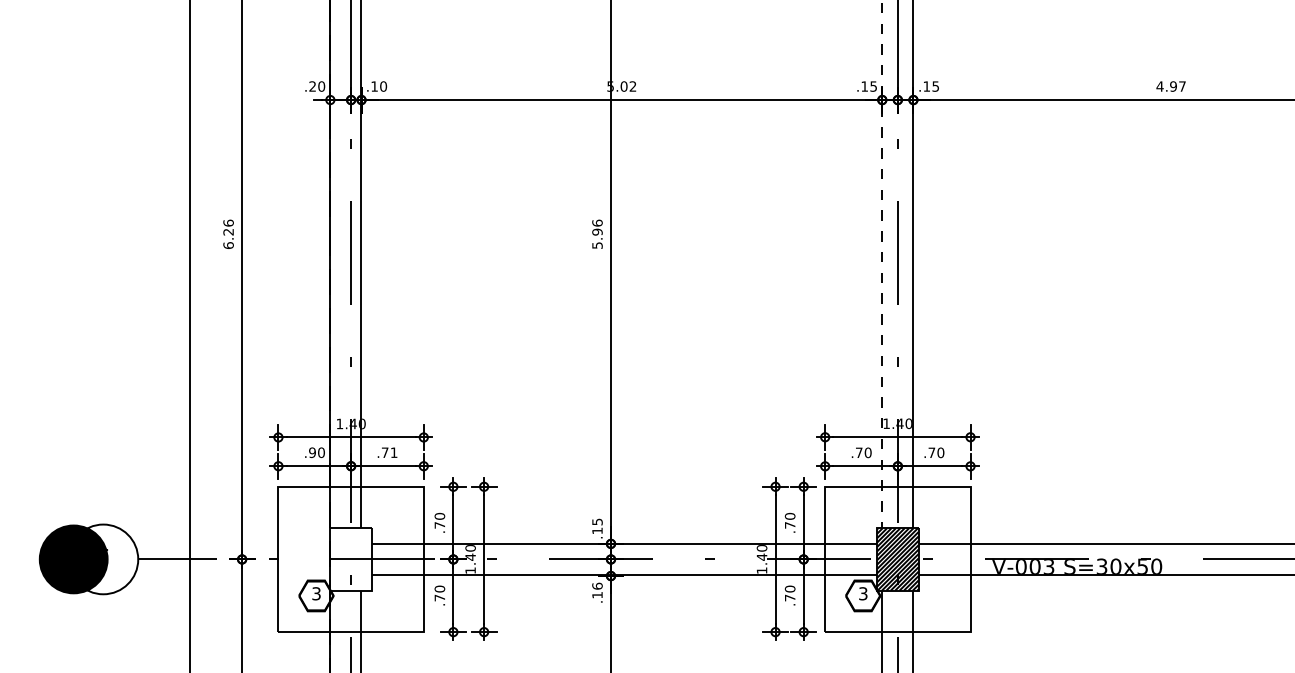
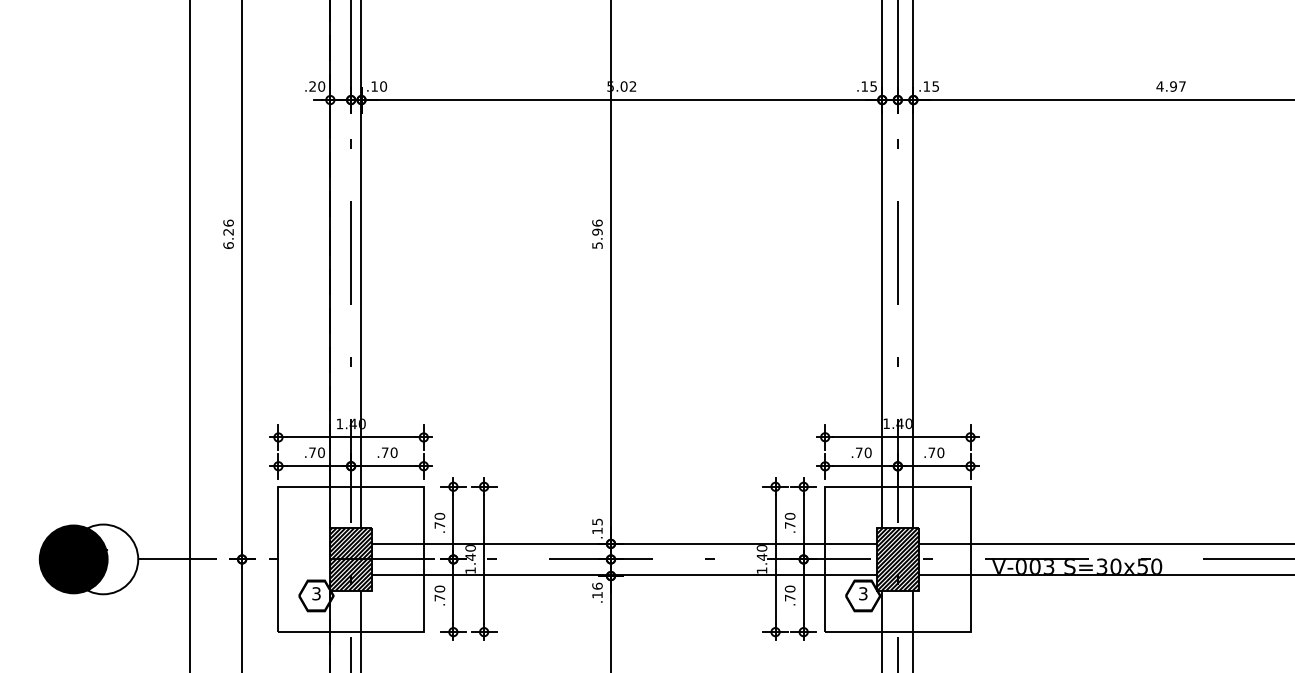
line at (882, 264): dashed -> solid
text at (312, 452): .90 -> .70
text at (393, 452): .71 -> .70
hatch at (350, 559): none -> present
